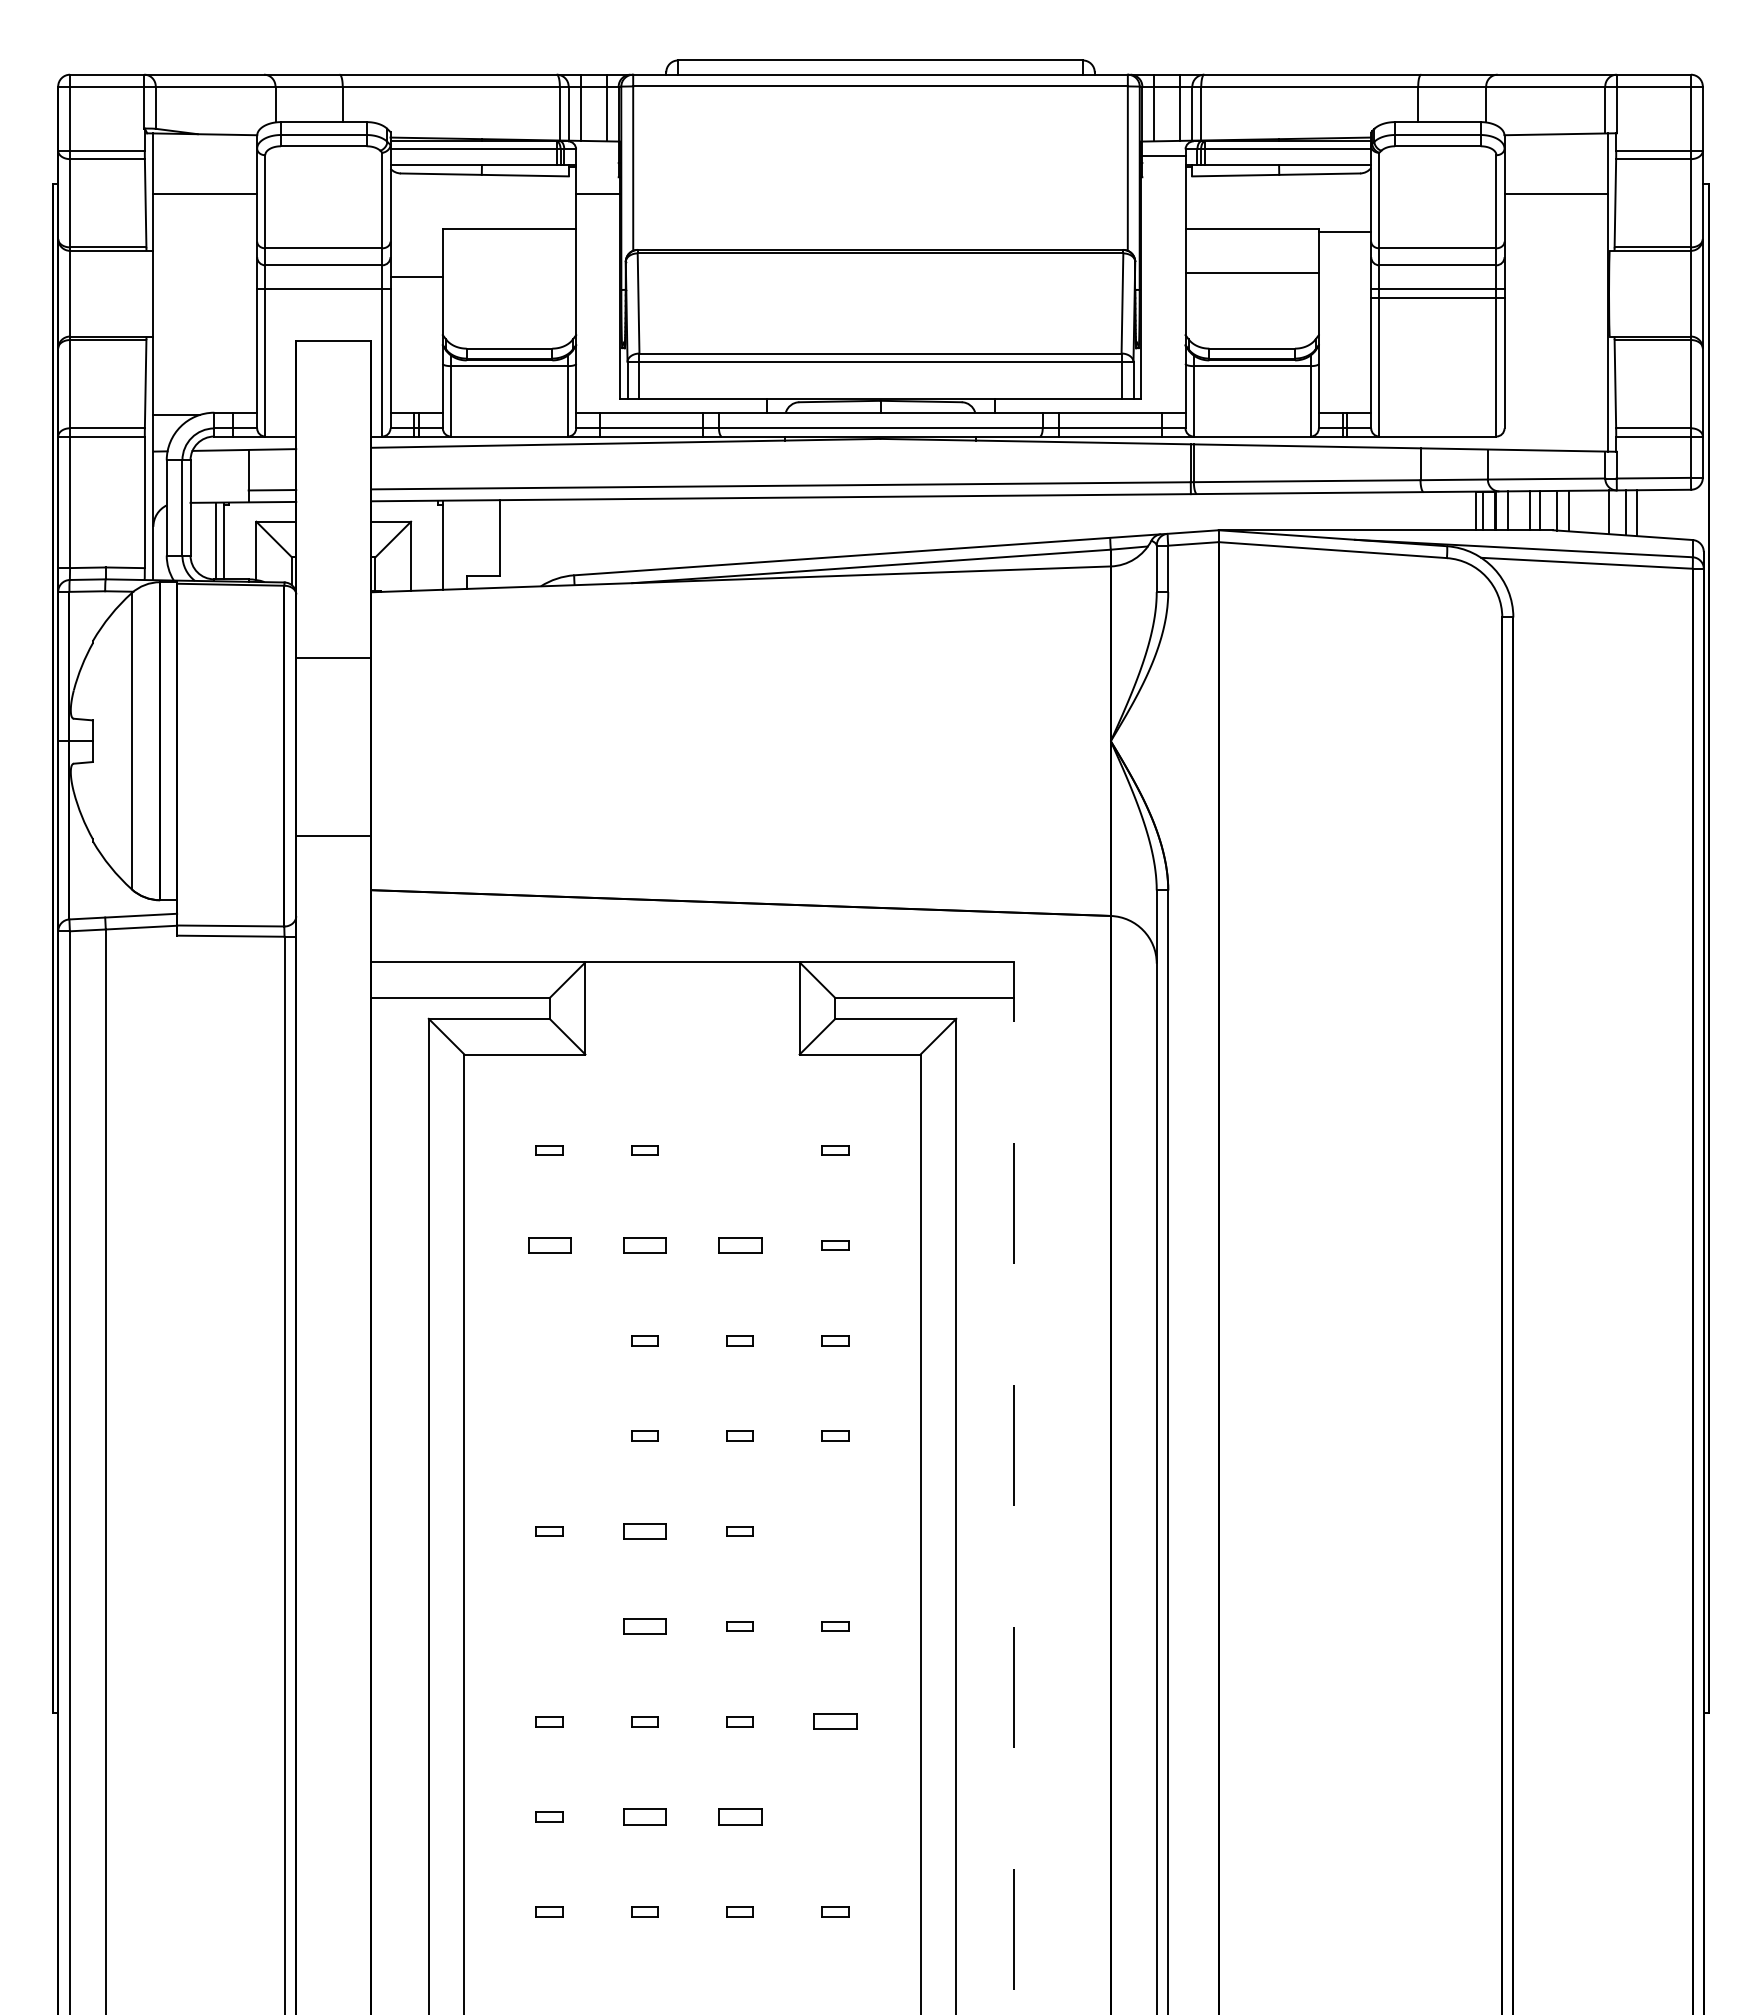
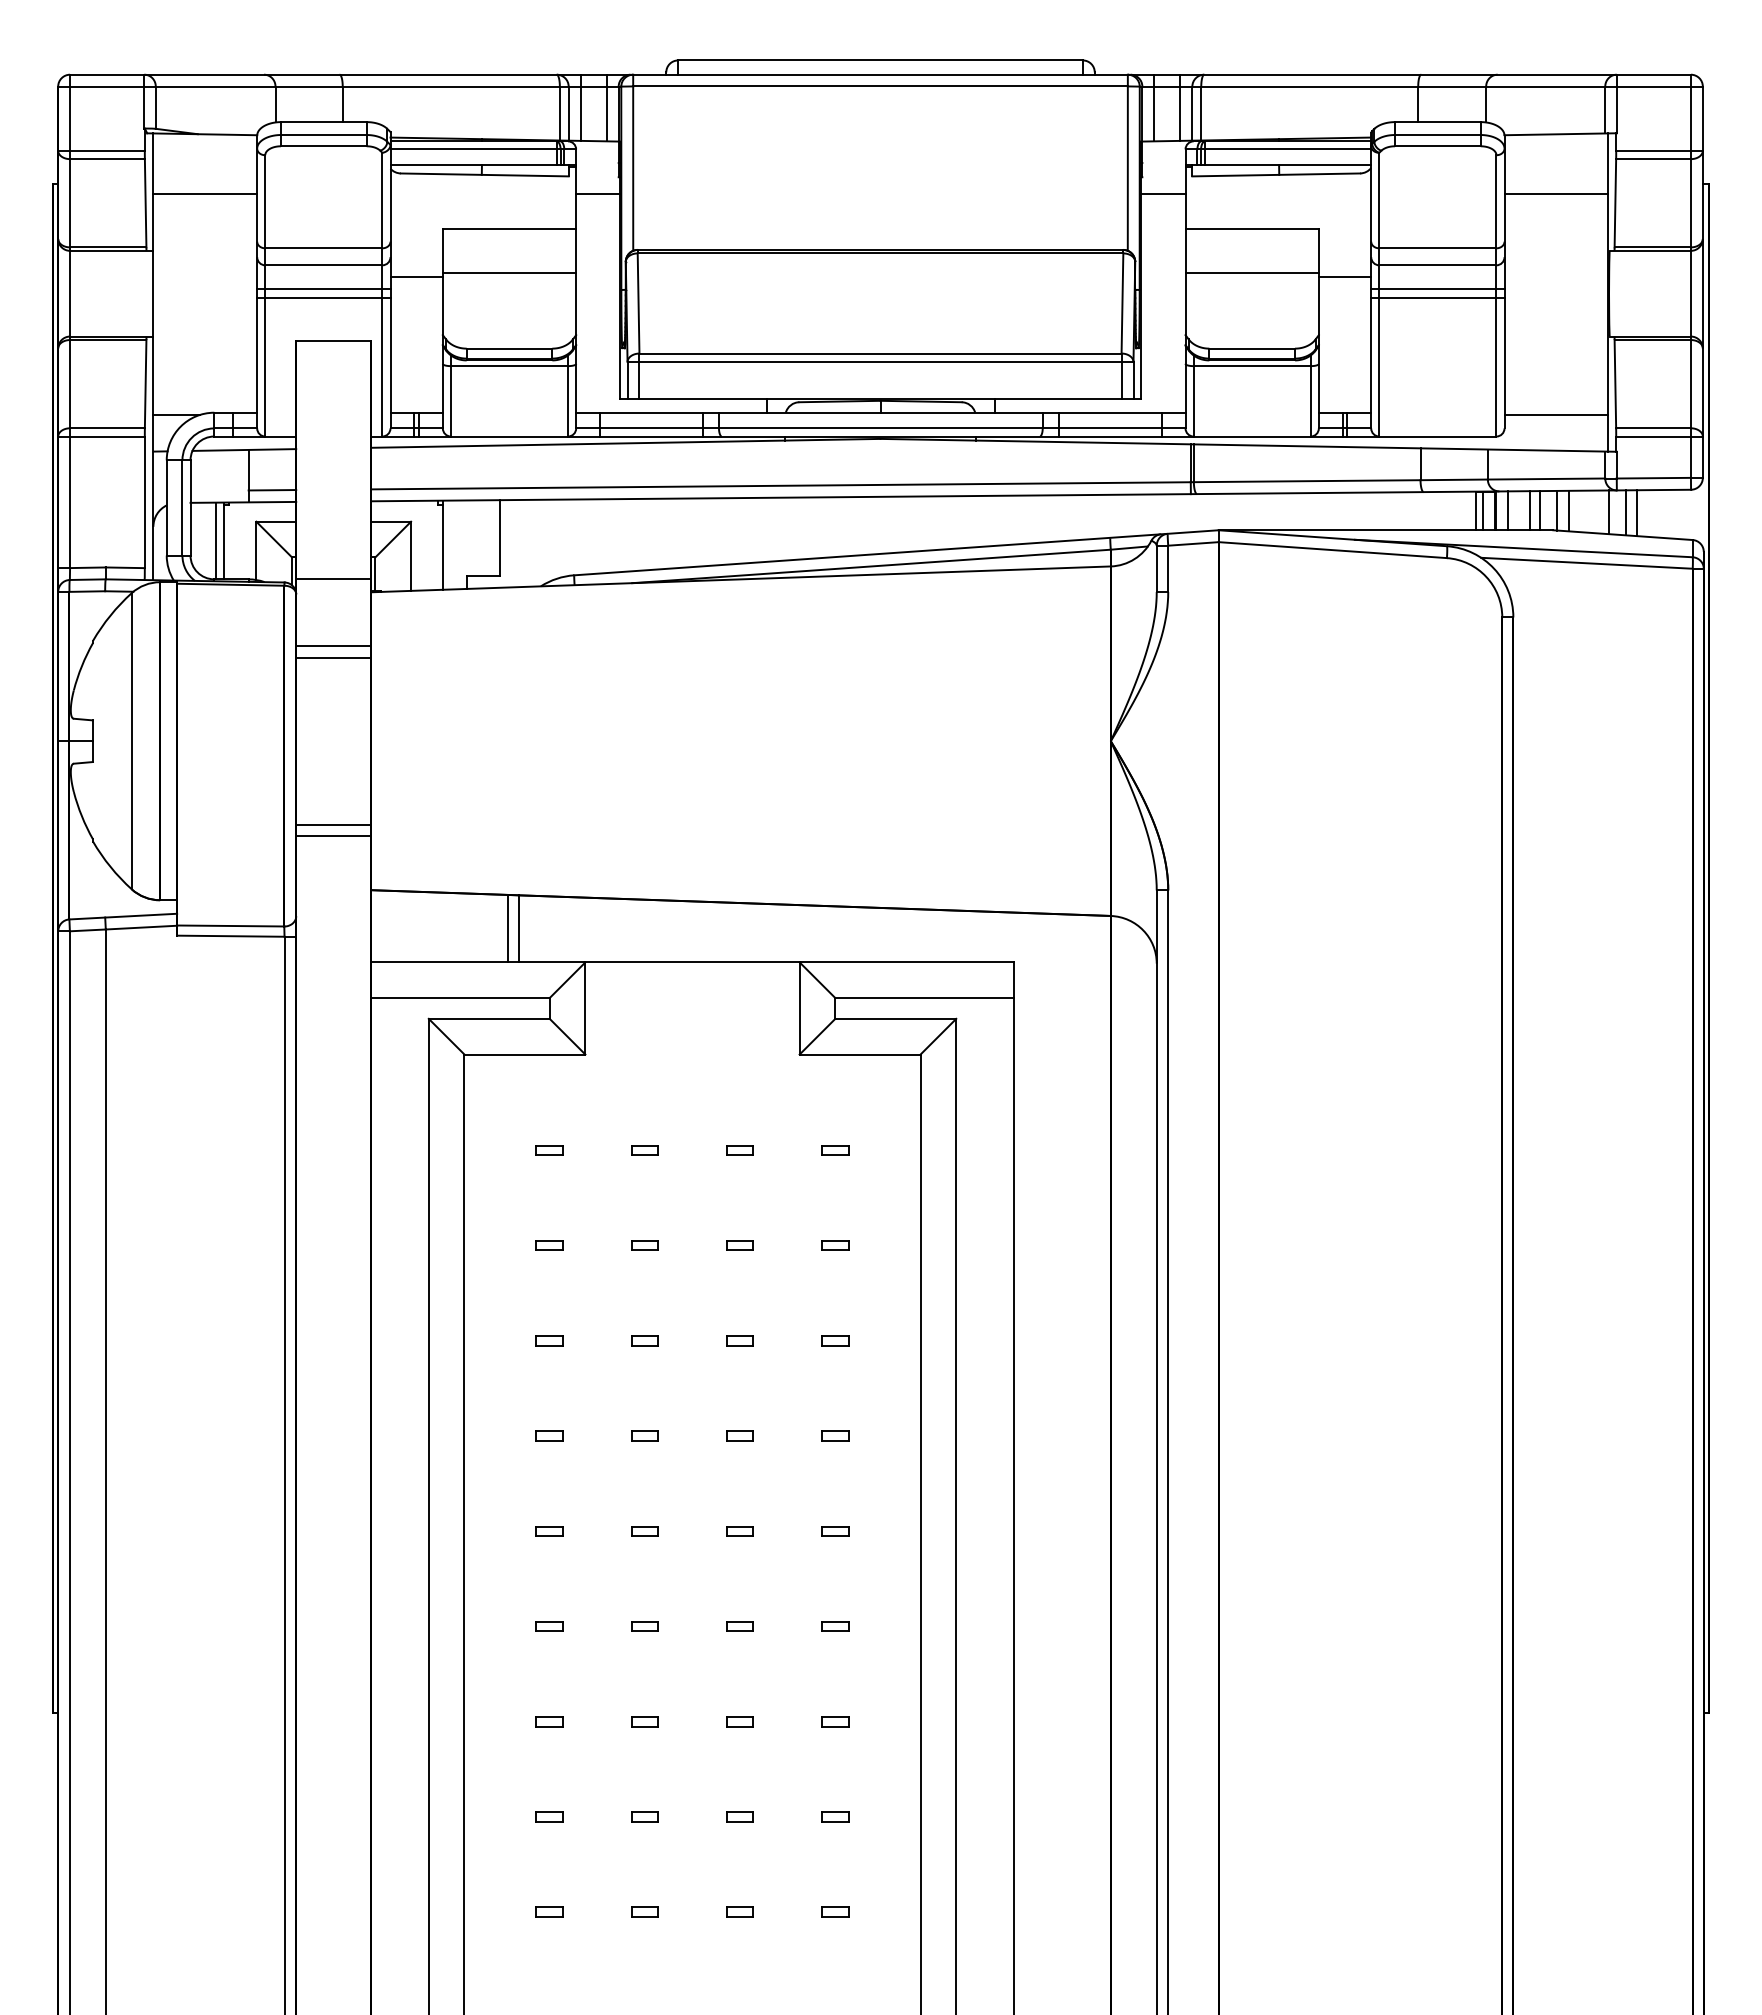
line at (1163, 155) position: (1163, 155) -> (1163, 193)
line at (1344, 231) position: (1344, 231) -> (1344, 276)
line at (509, 273): none -> present
line at (323, 298): none -> present
line at (1555, 415): none -> present
line at (333, 579): none -> present
line at (333, 645): none -> present
line at (333, 824): none -> present
line at (507, 928): none -> present
line at (519, 928): none -> present
part at (739, 1150): none -> present
part at (549, 1245) size: 44x17 px -> 29x11 px
part at (644, 1245) size: 44x17 px -> 28x11 px
part at (740, 1245) size: 45x17 px -> 28x11 px
part at (549, 1340): none -> present
part at (549, 1435): none -> present
line at (1013, 1488): dashed -> solid
part at (644, 1531) size: 44x17 px -> 28x11 px
part at (835, 1531): none -> present
part at (549, 1626): none -> present
part at (644, 1626) size: 44x17 px -> 28x11 px
part at (835, 1721) size: 45x17 px -> 29x12 px
part at (644, 1816) size: 44x18 px -> 28x12 px
part at (740, 1816) size: 45x18 px -> 28x12 px
part at (835, 1816): none -> present
